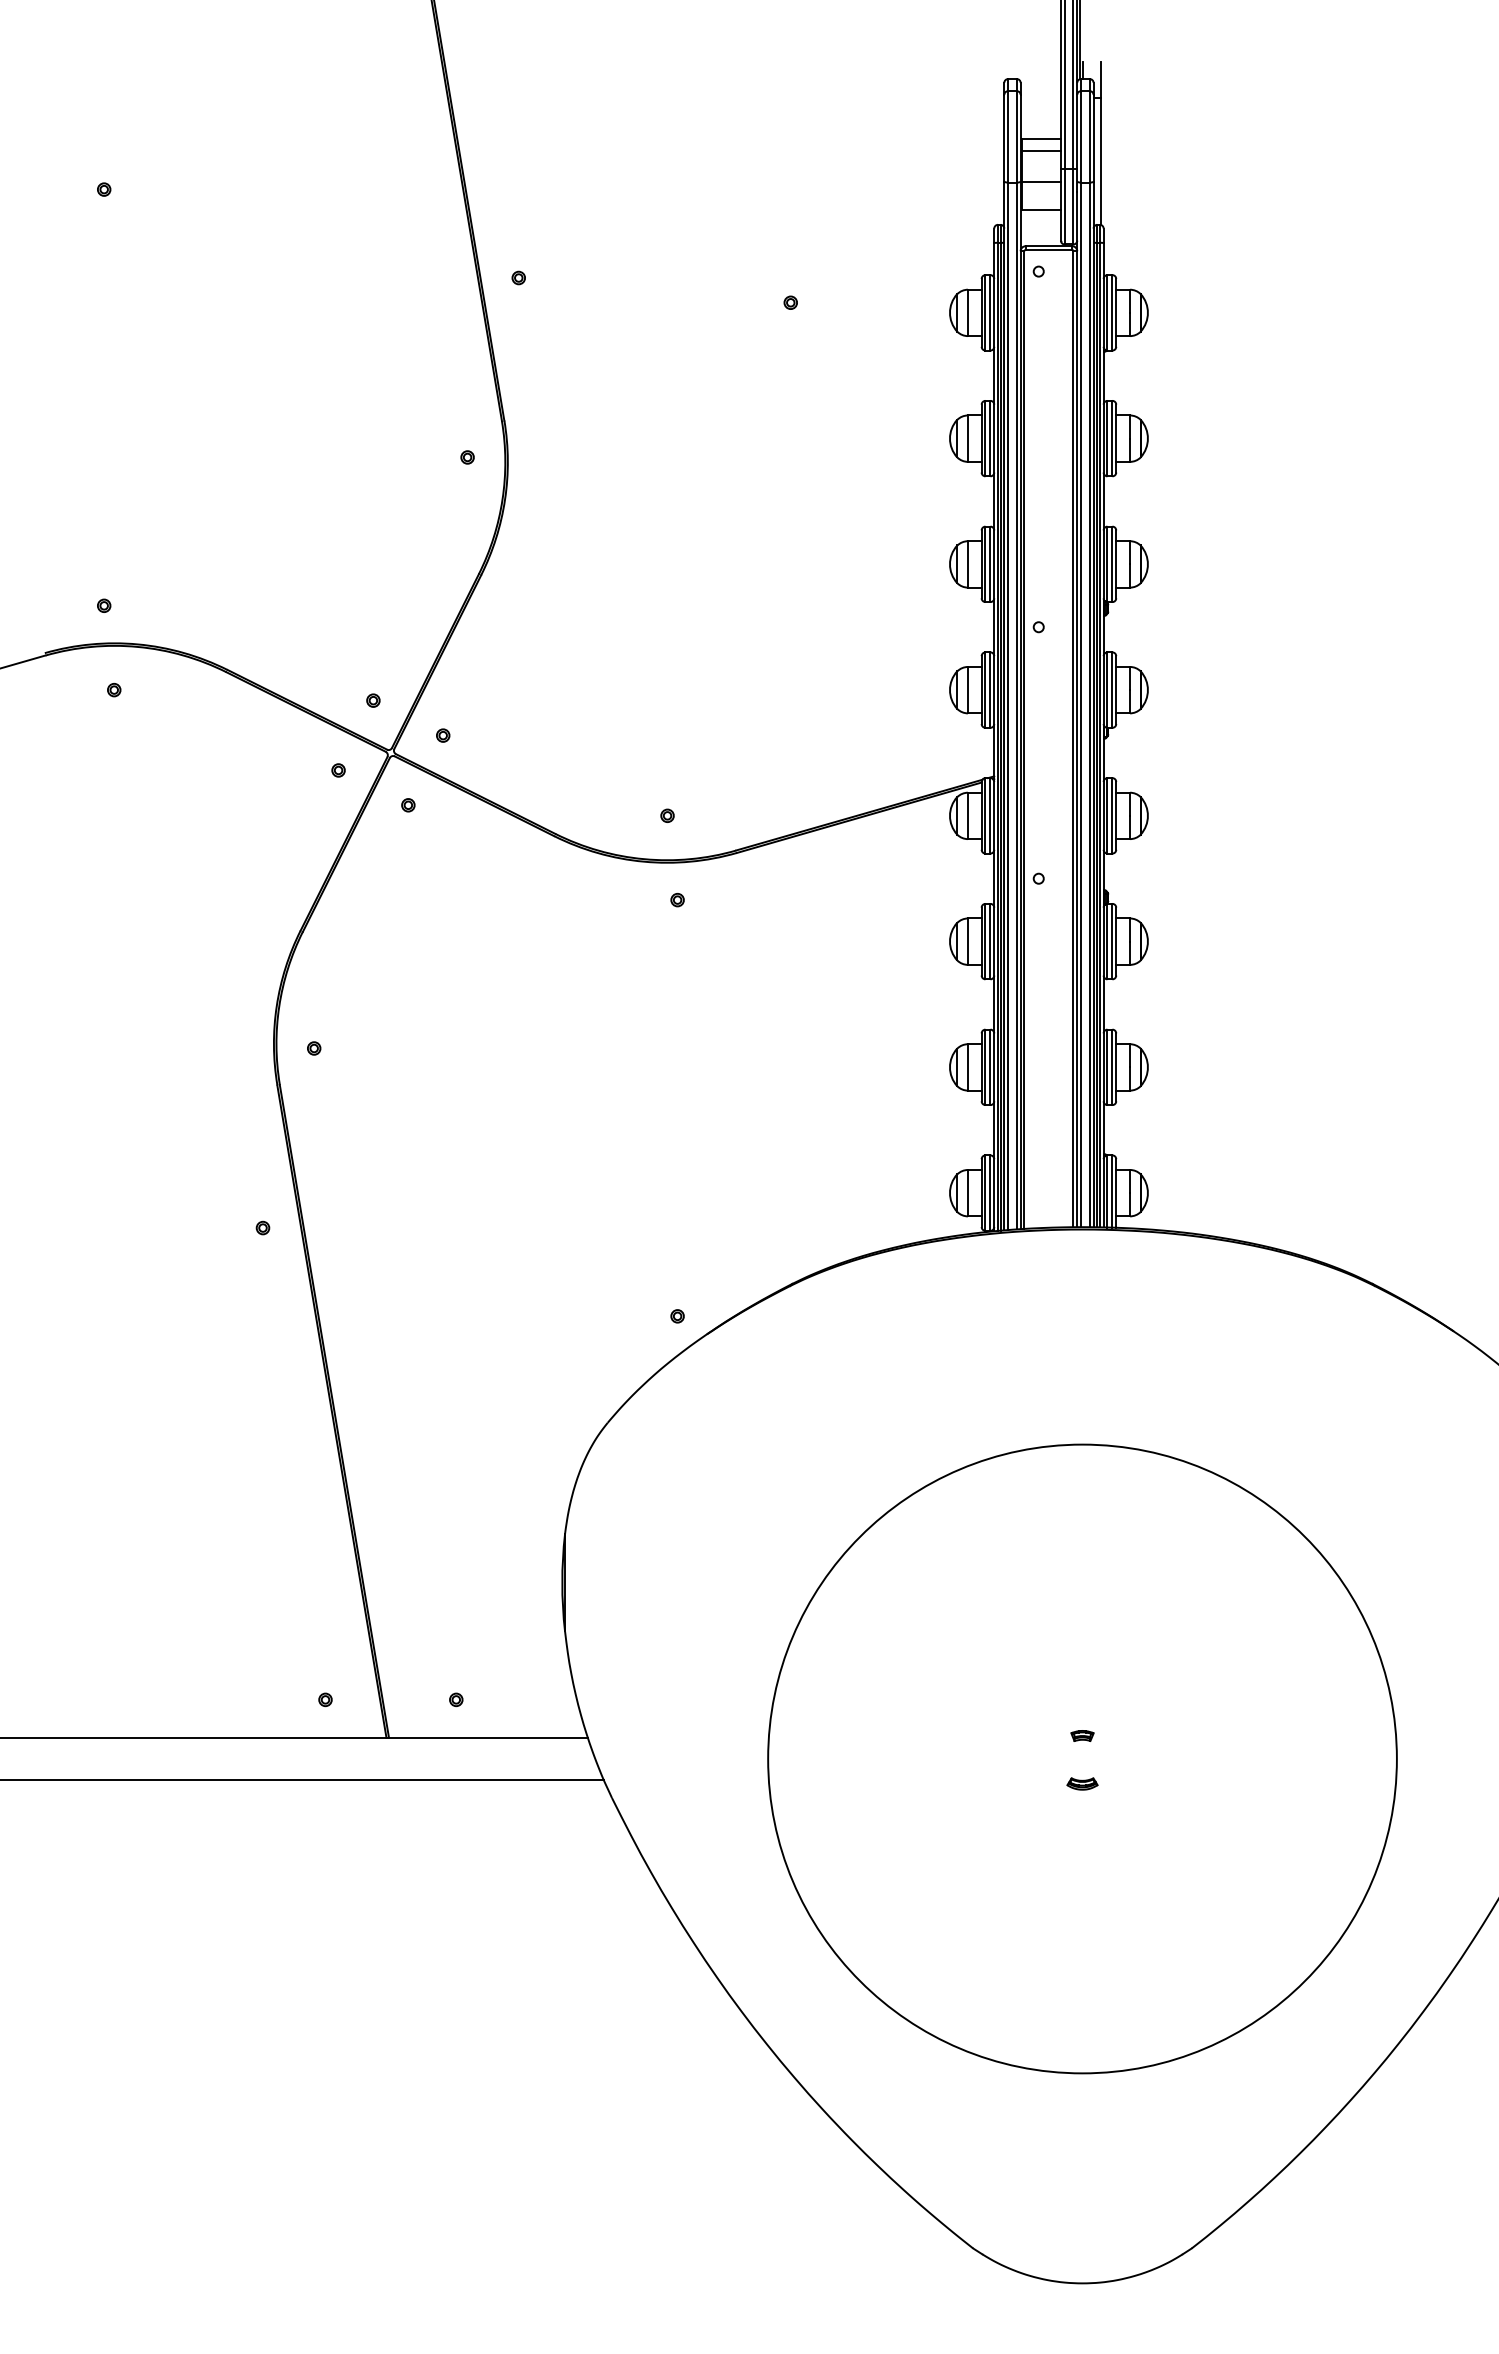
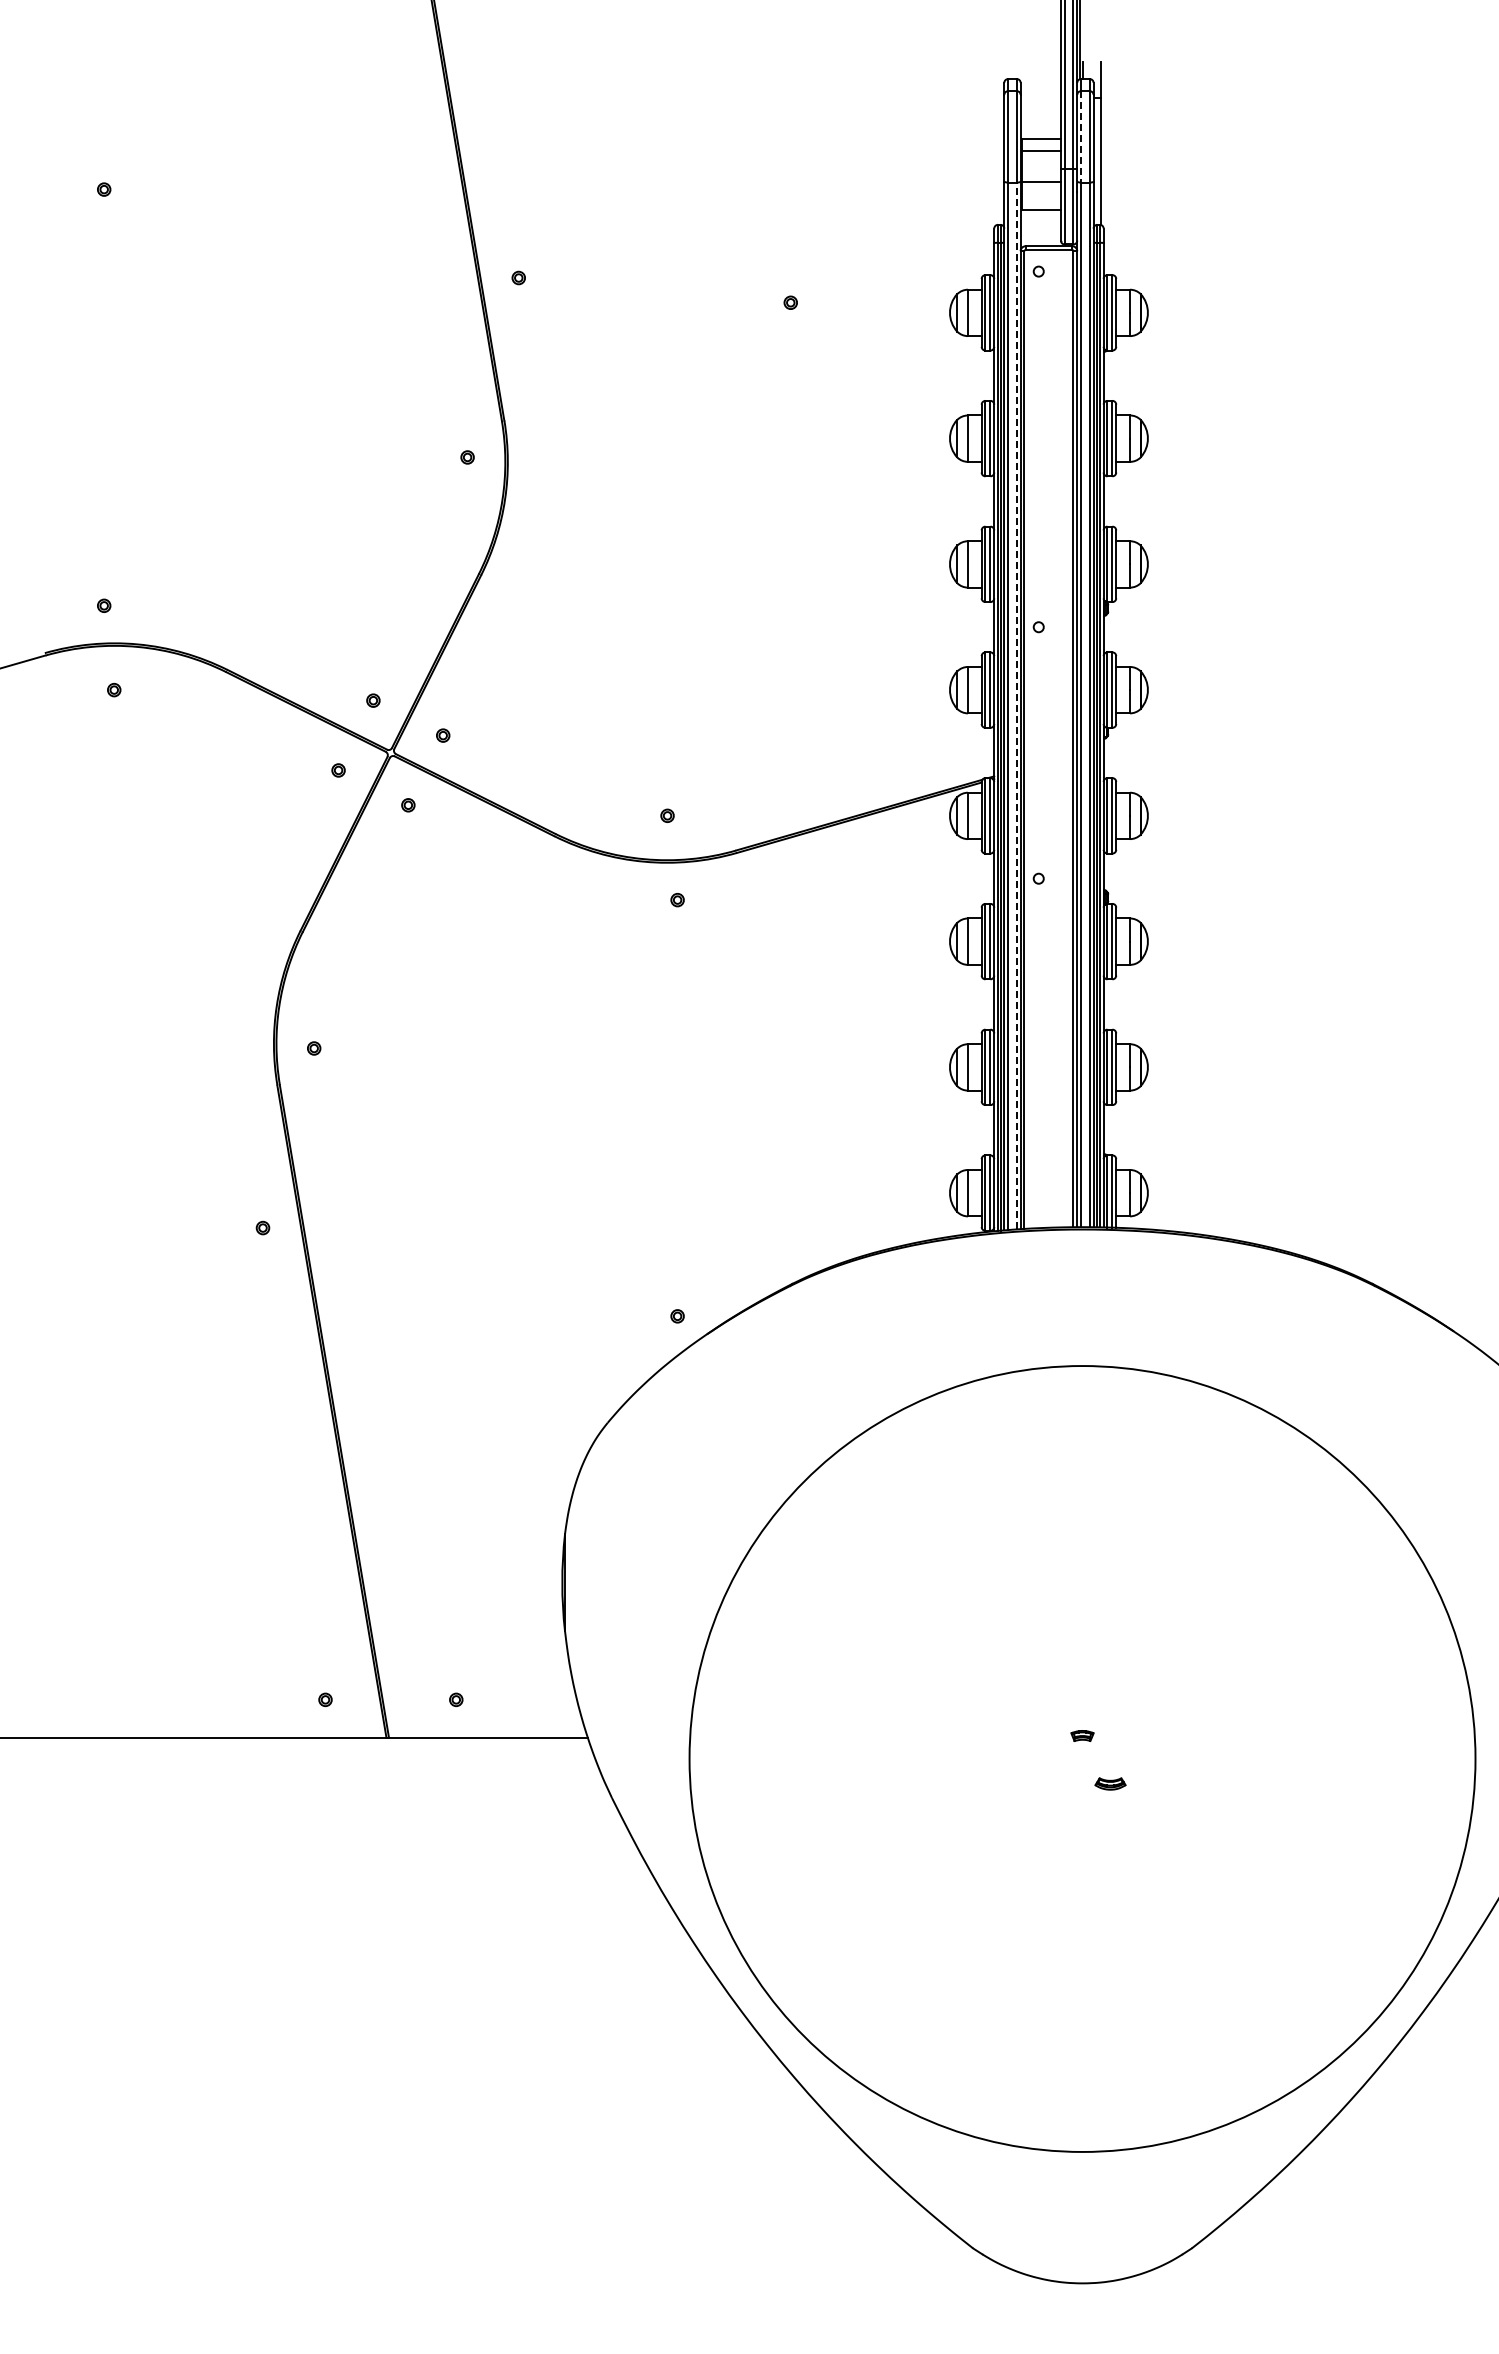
line at (1081, 136): solid -> dashed
line at (1016, 705): solid -> dashed
circle at (1082, 1758) diameter: 629 px -> 786 px
line at (302, 1780): present -> none
part at (1082, 1783) position: (1082, 1783) -> (1110, 1783)
